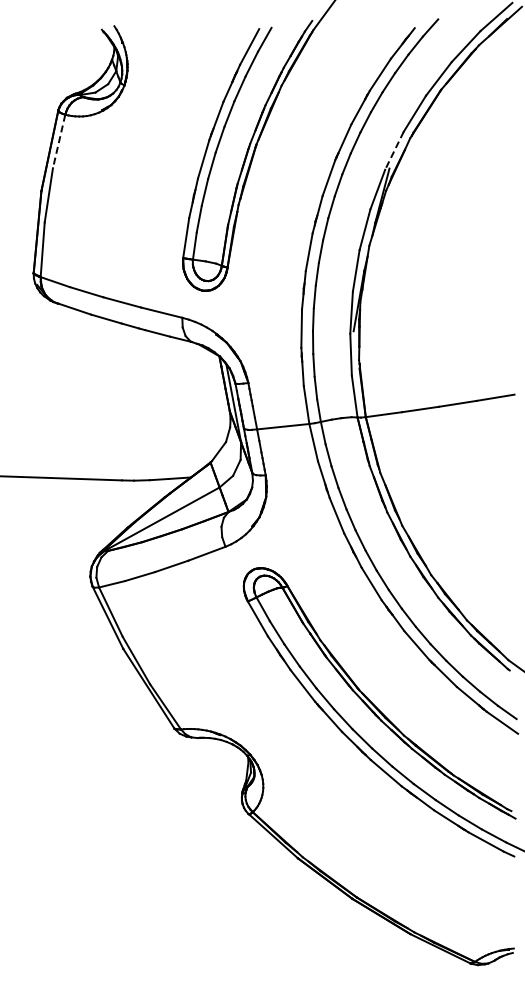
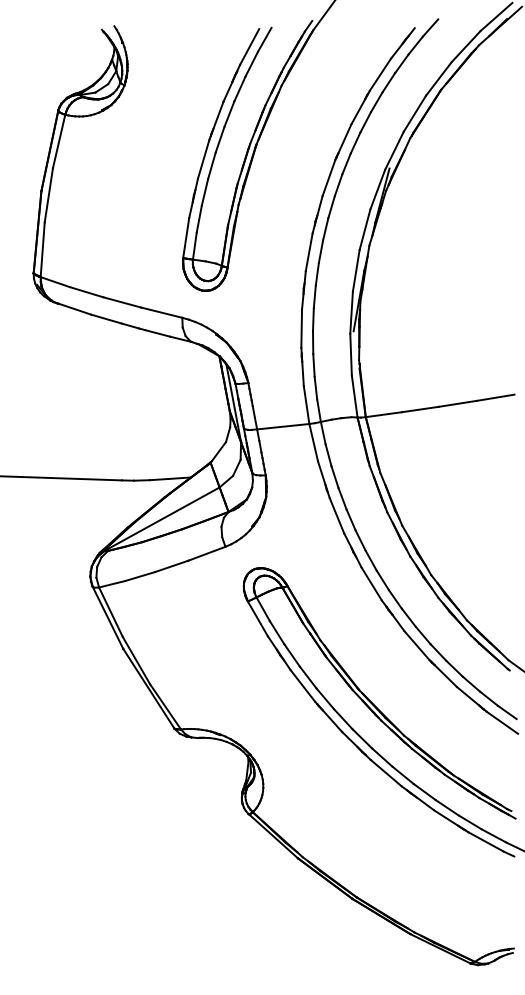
line at (59, 142): dashed -> solid
line at (394, 151): dashed -> solid
